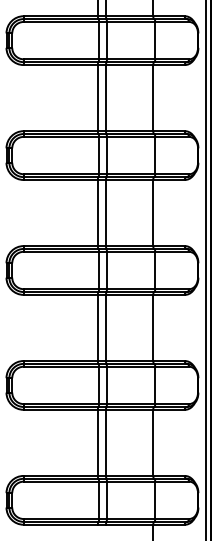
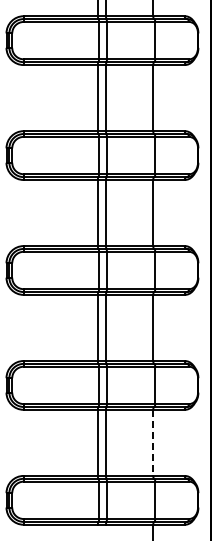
line at (205, 269): present -> none
line at (153, 443): solid -> dashed
